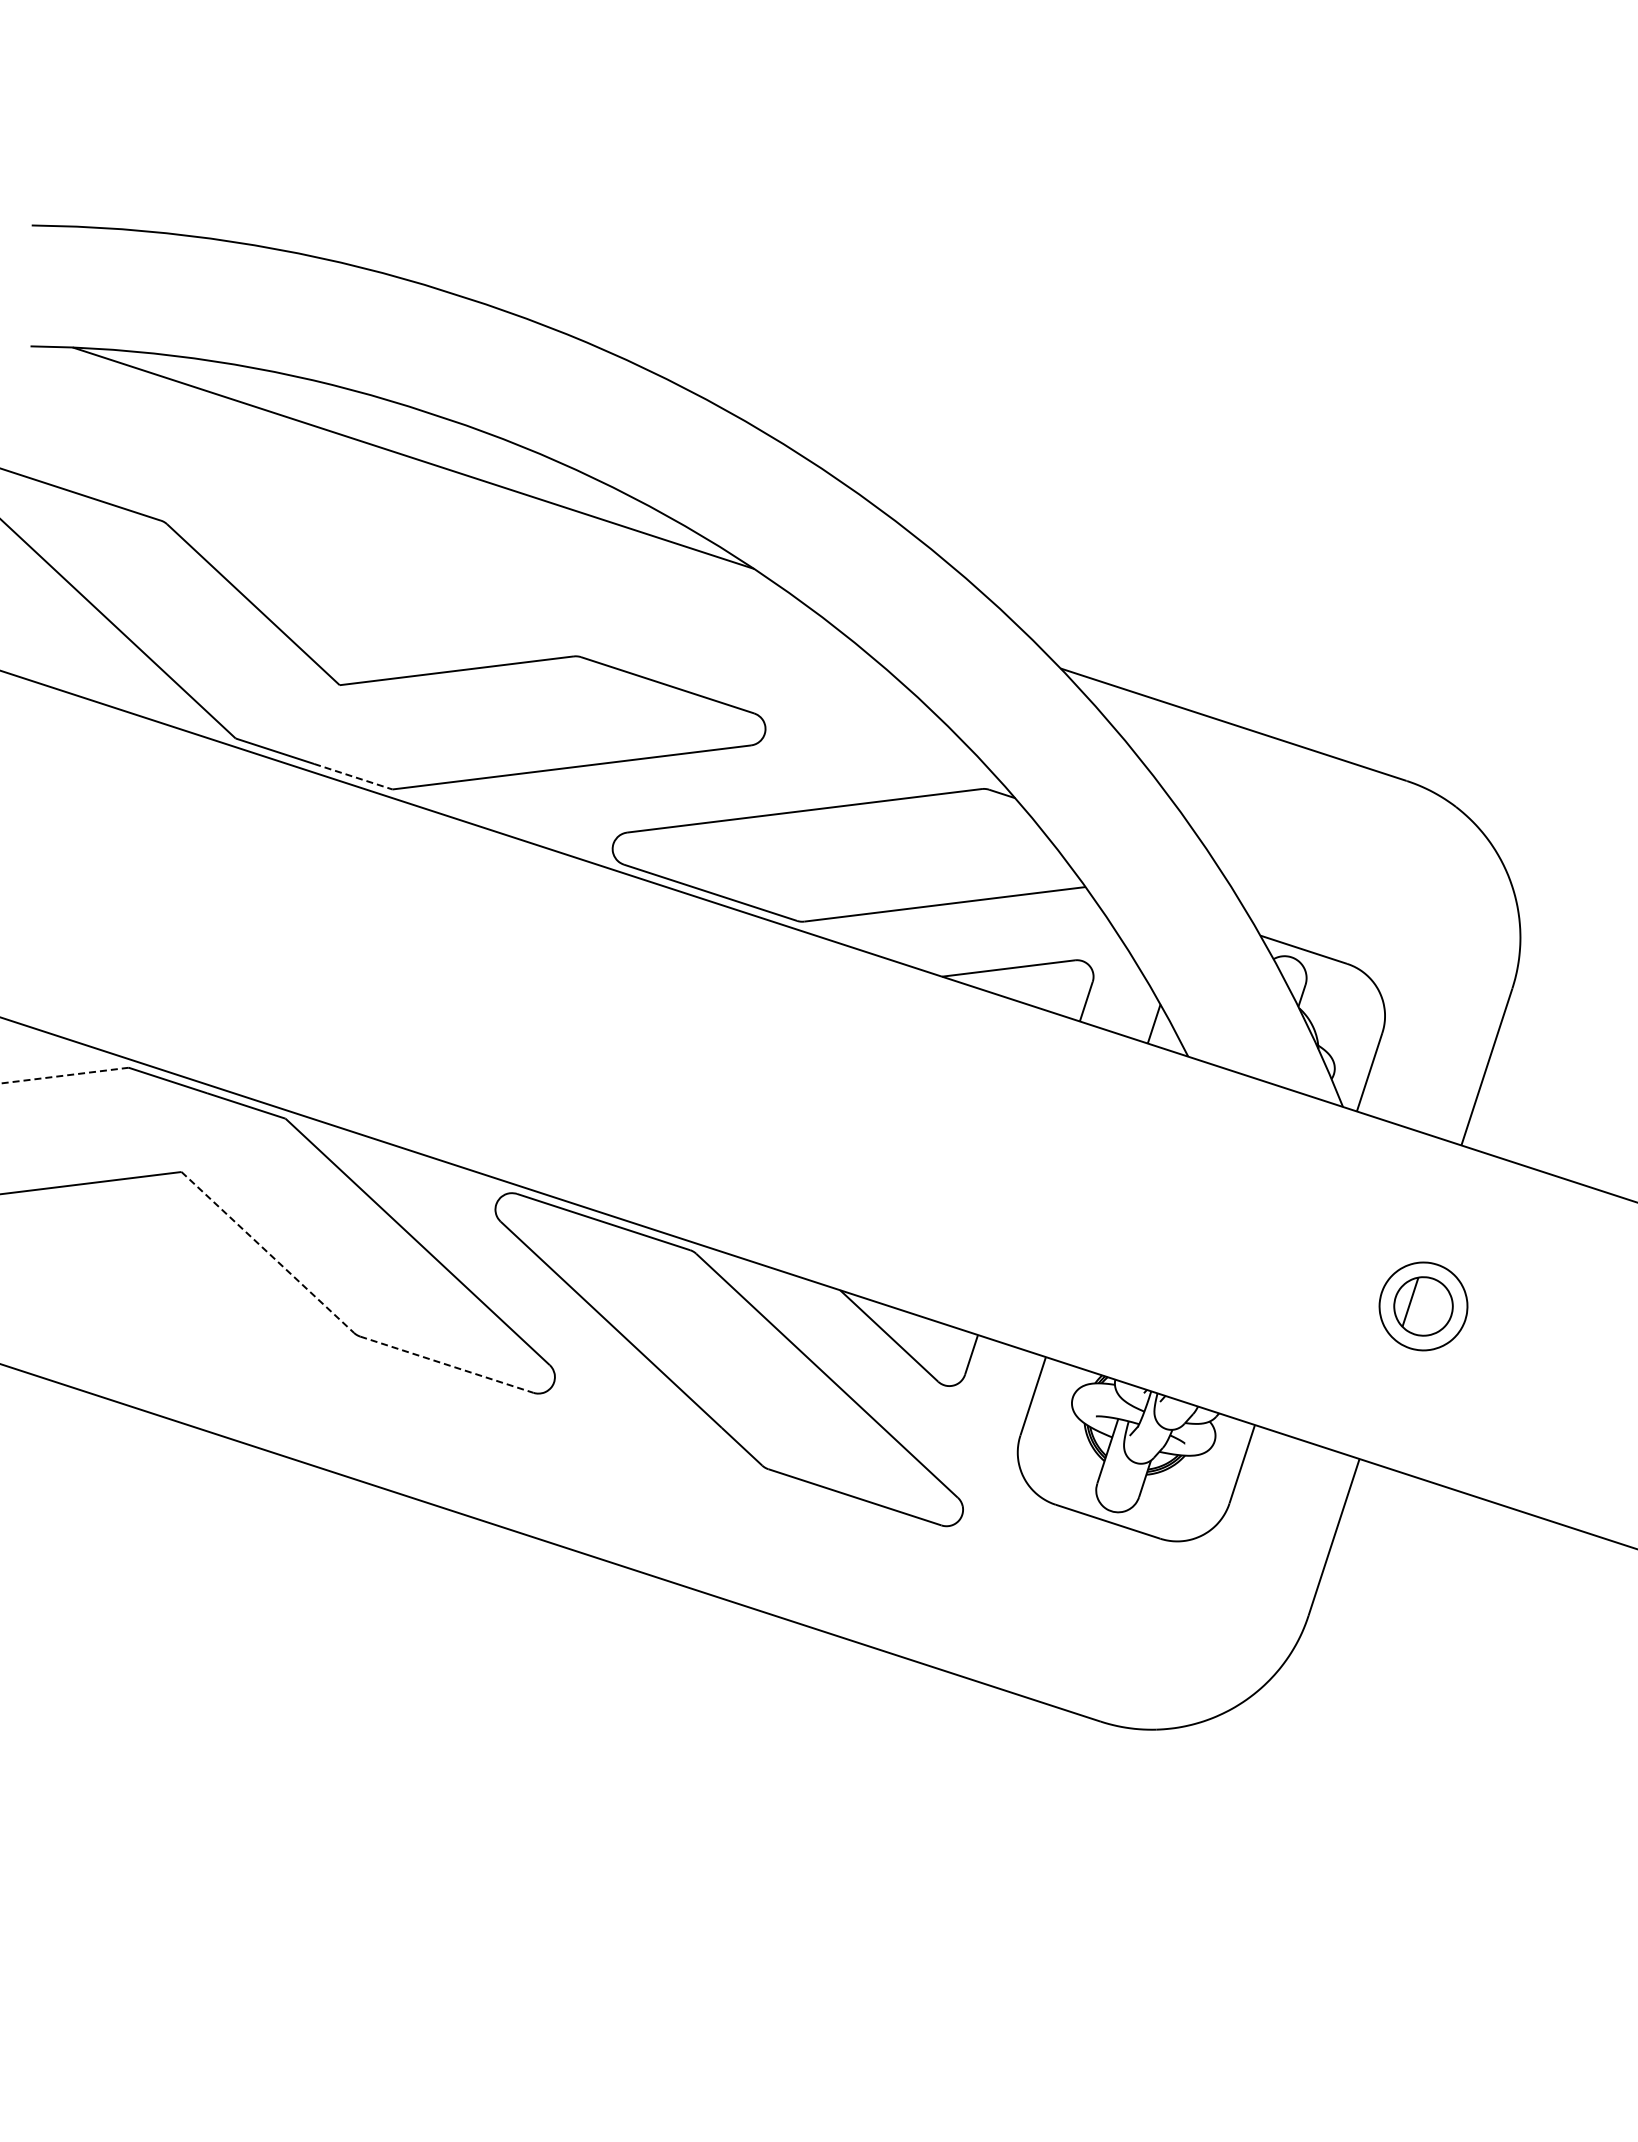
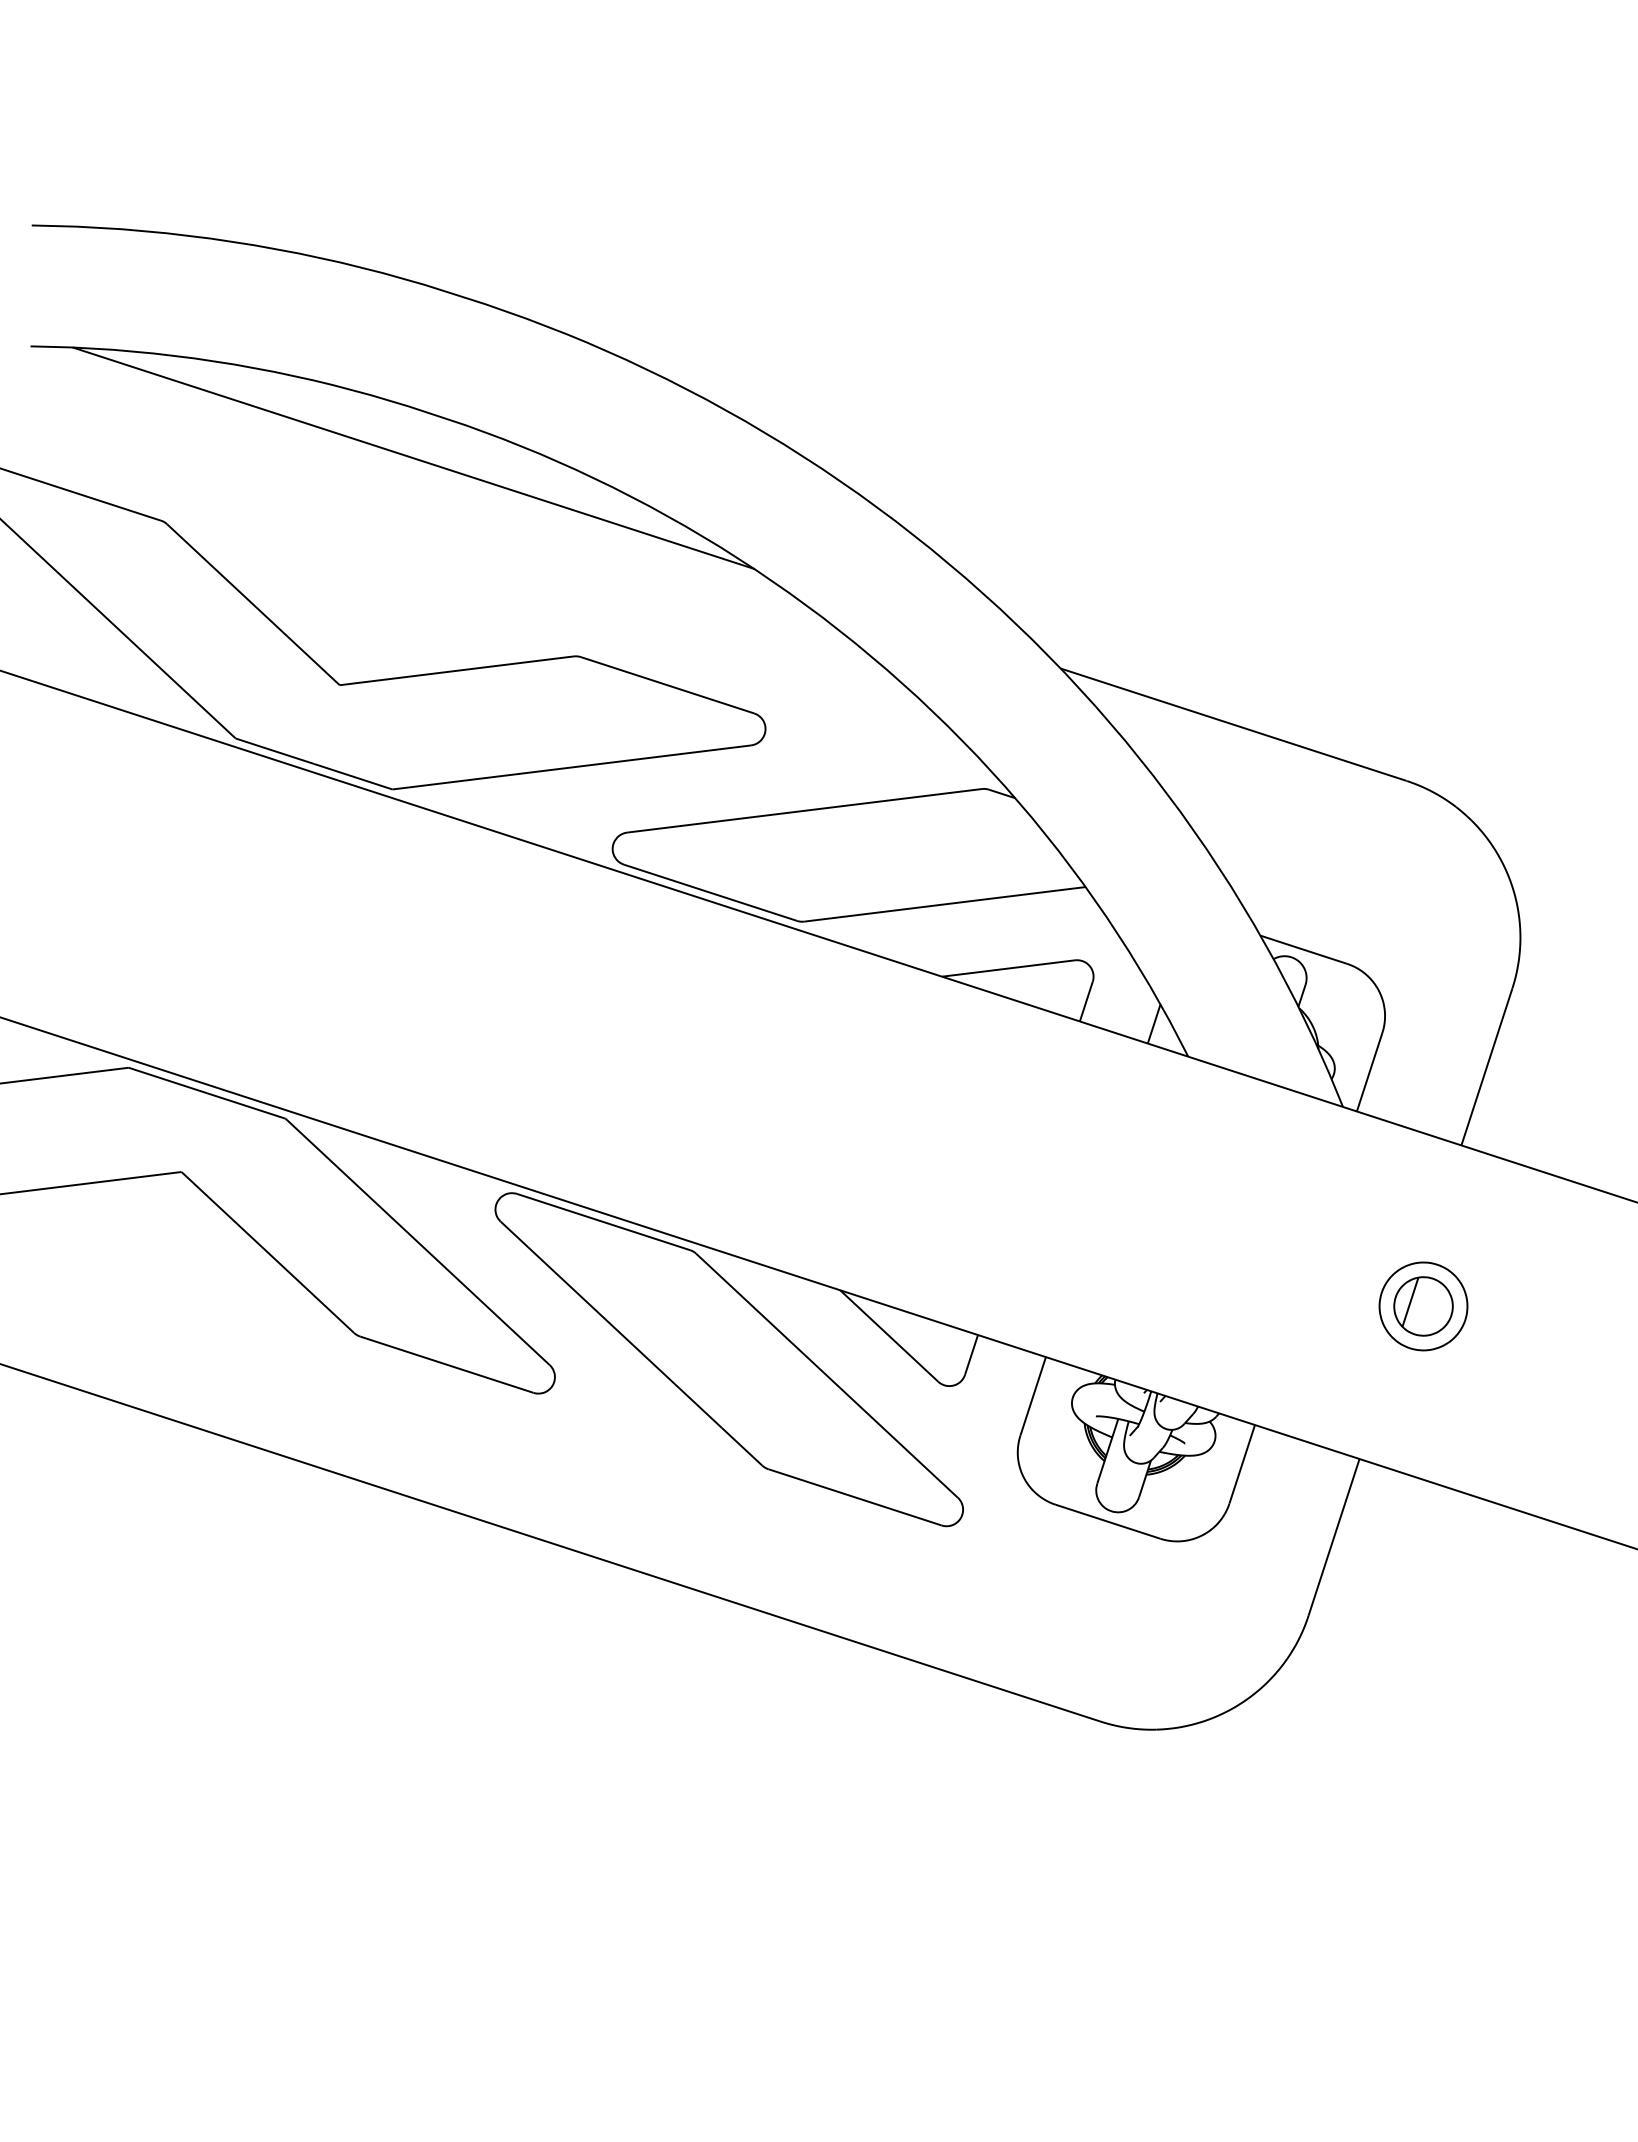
line at (353, 776): dashed -> solid
line at (64, 1075): dashed -> solid
line at (267, 1252): dashed -> solid
line at (447, 1364): dashed -> solid
